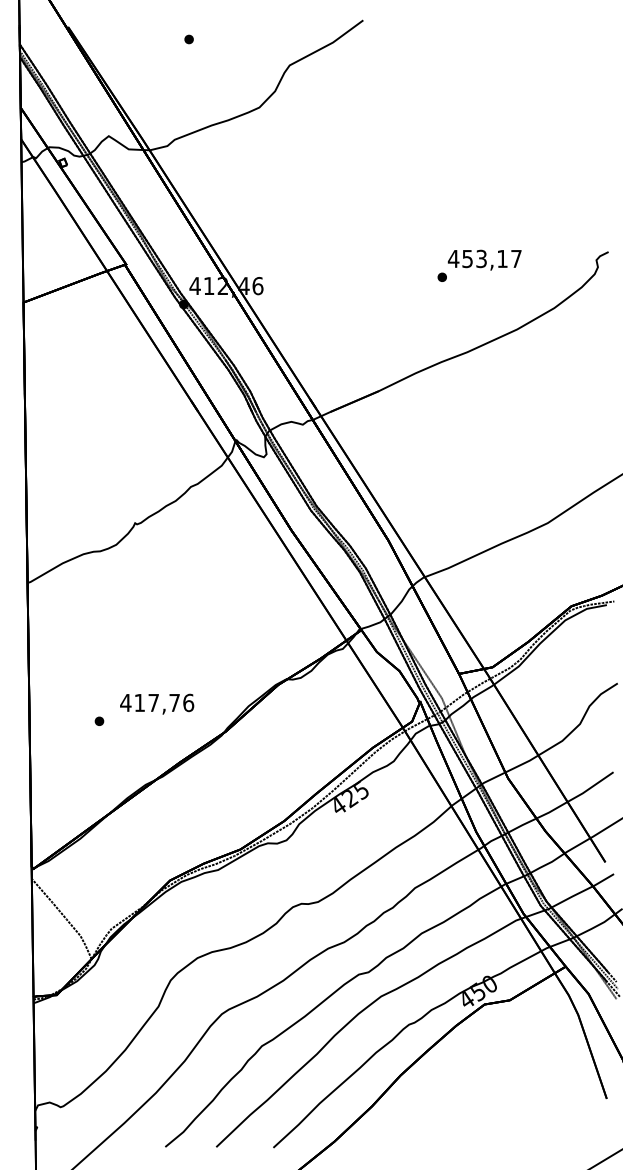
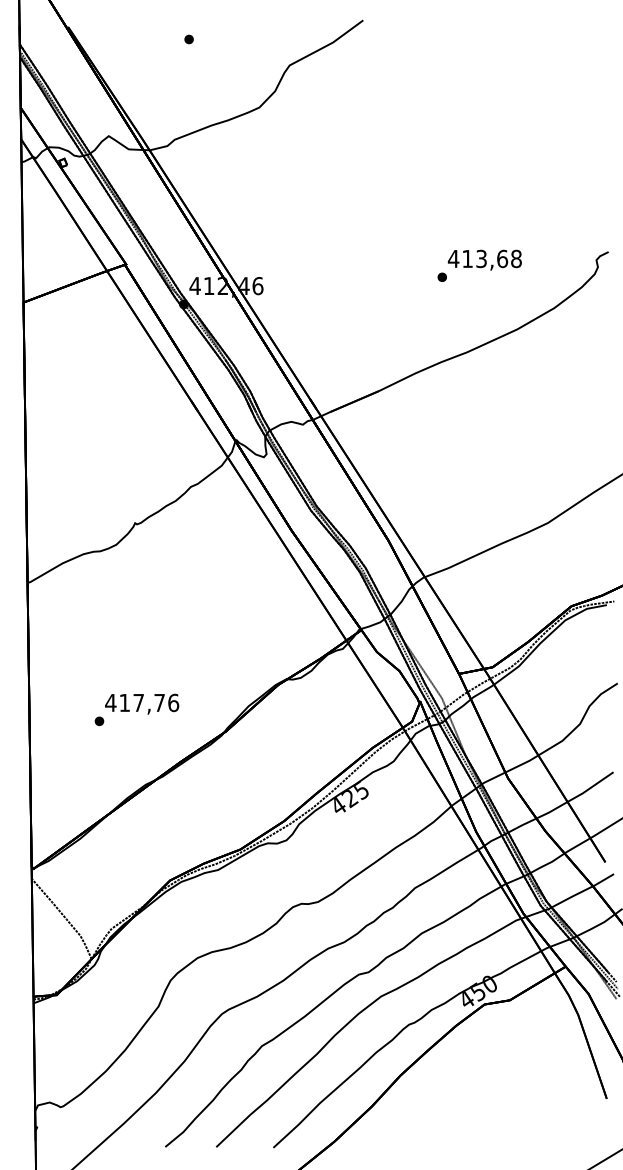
text at (491, 258): 453,17 -> 413,68
text at (157, 703) position: (157, 703) -> (142, 703)
